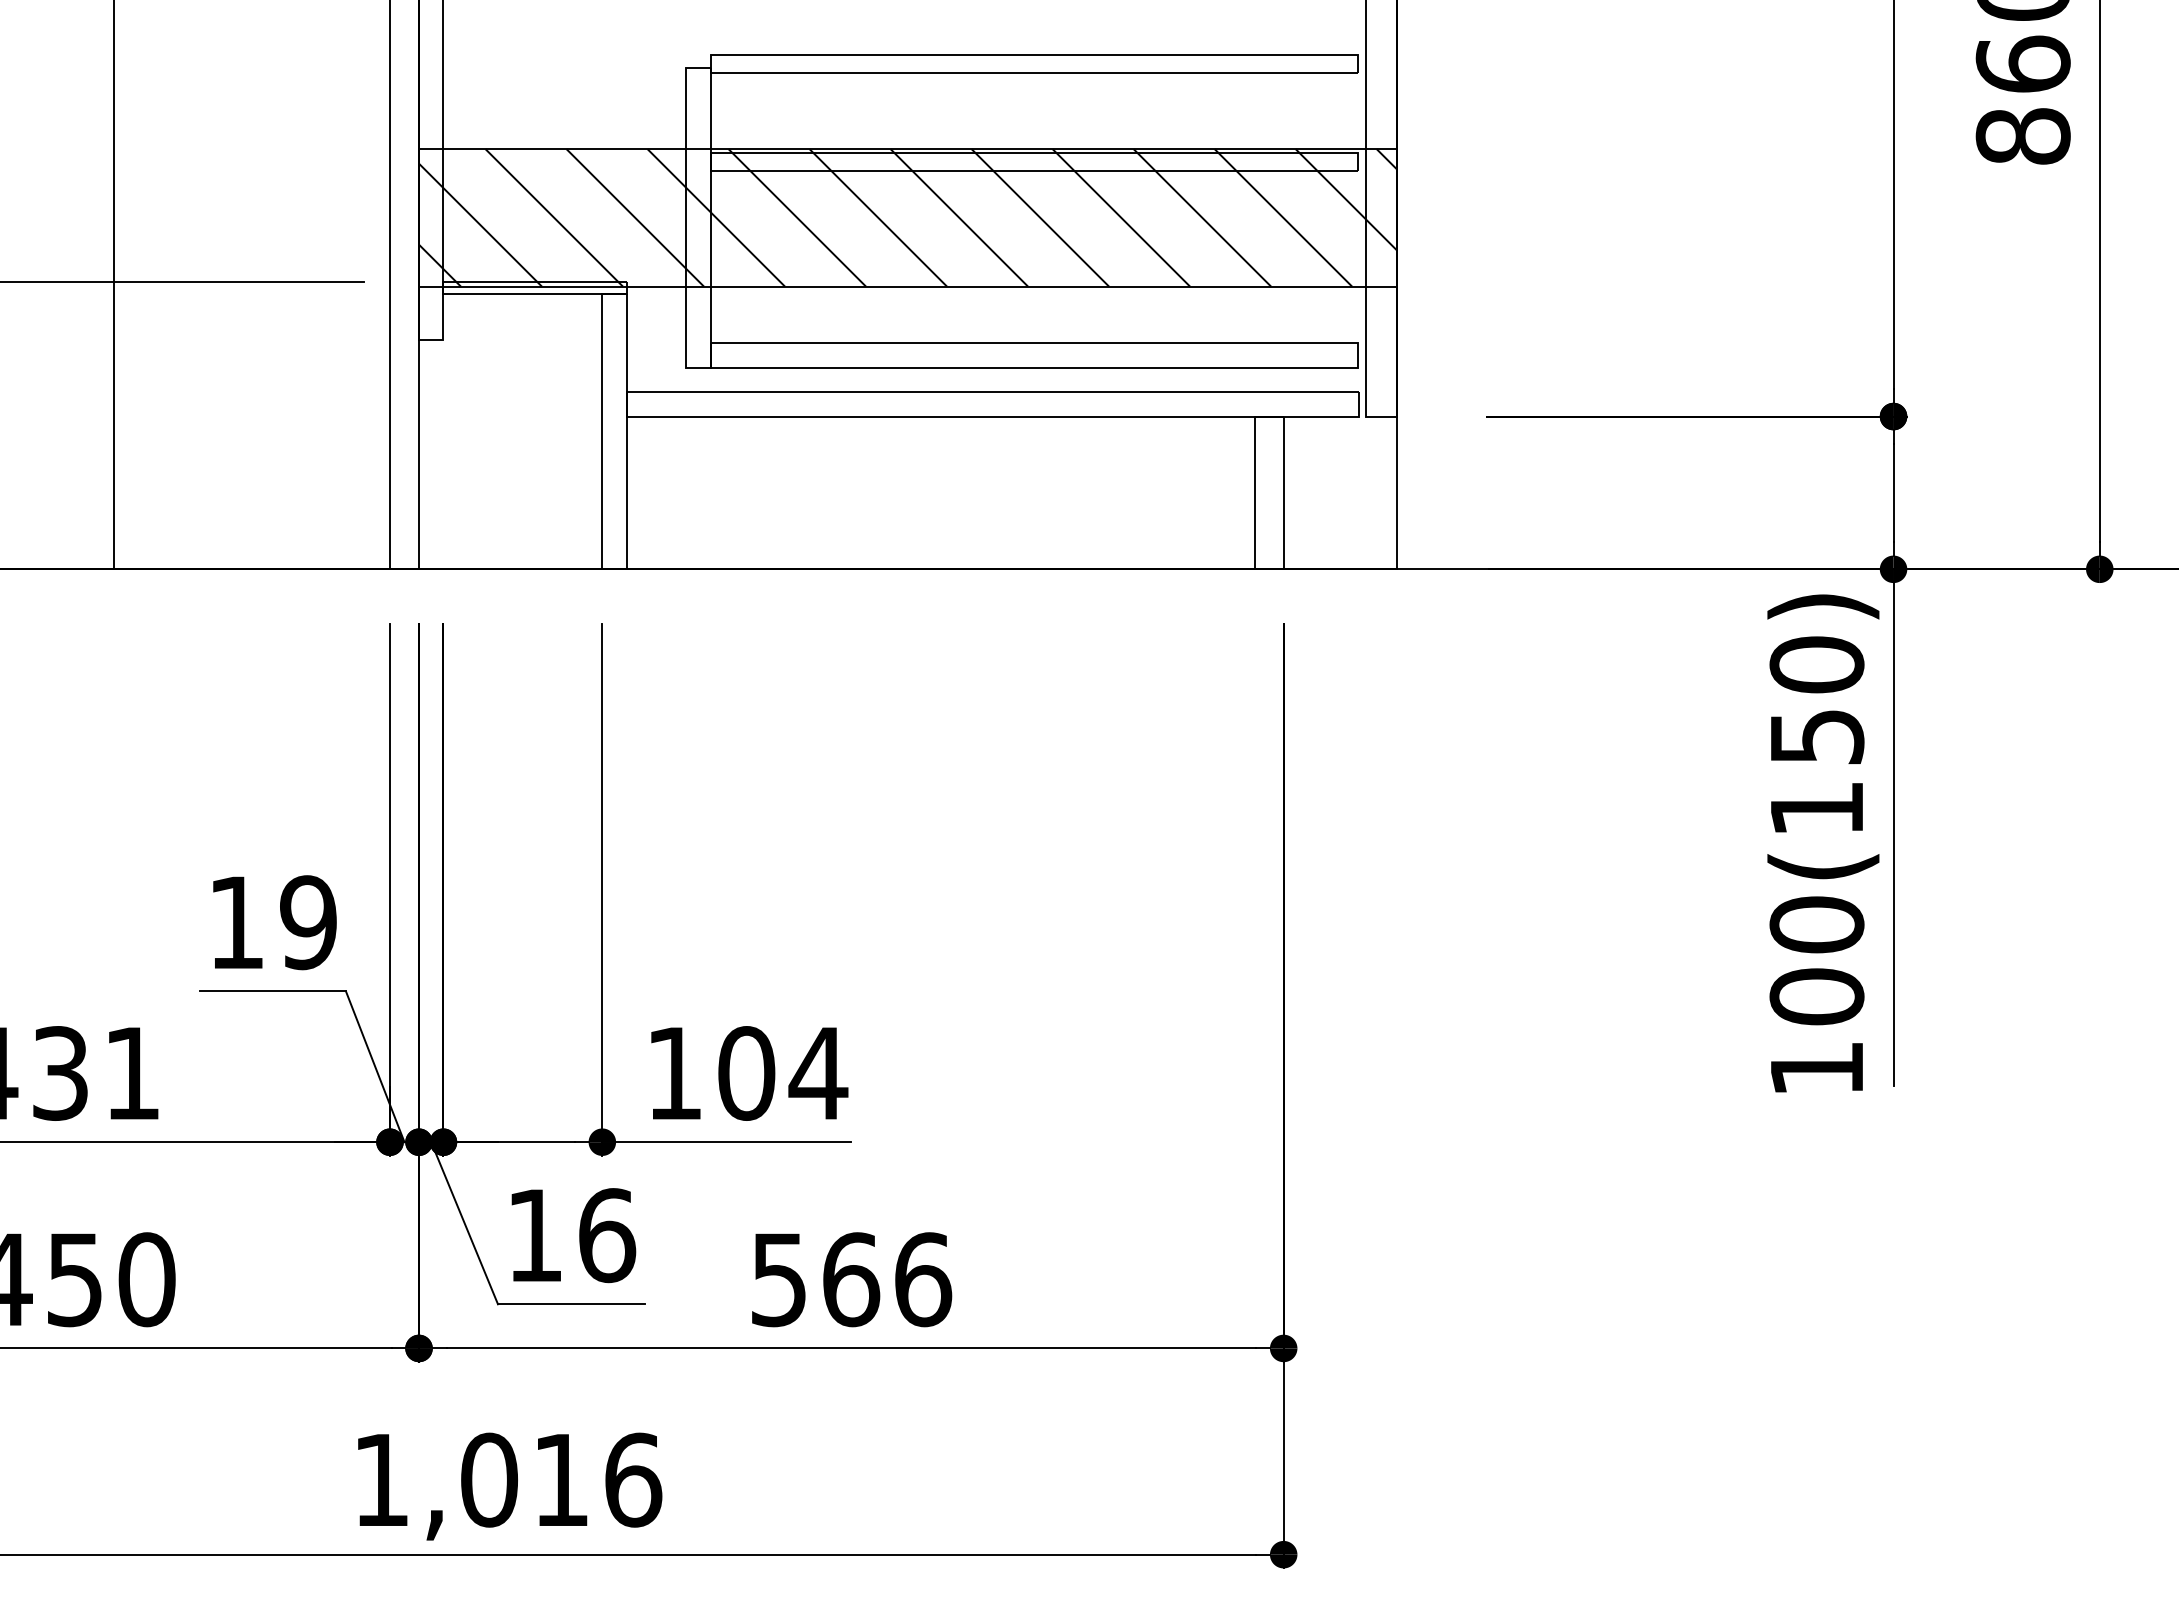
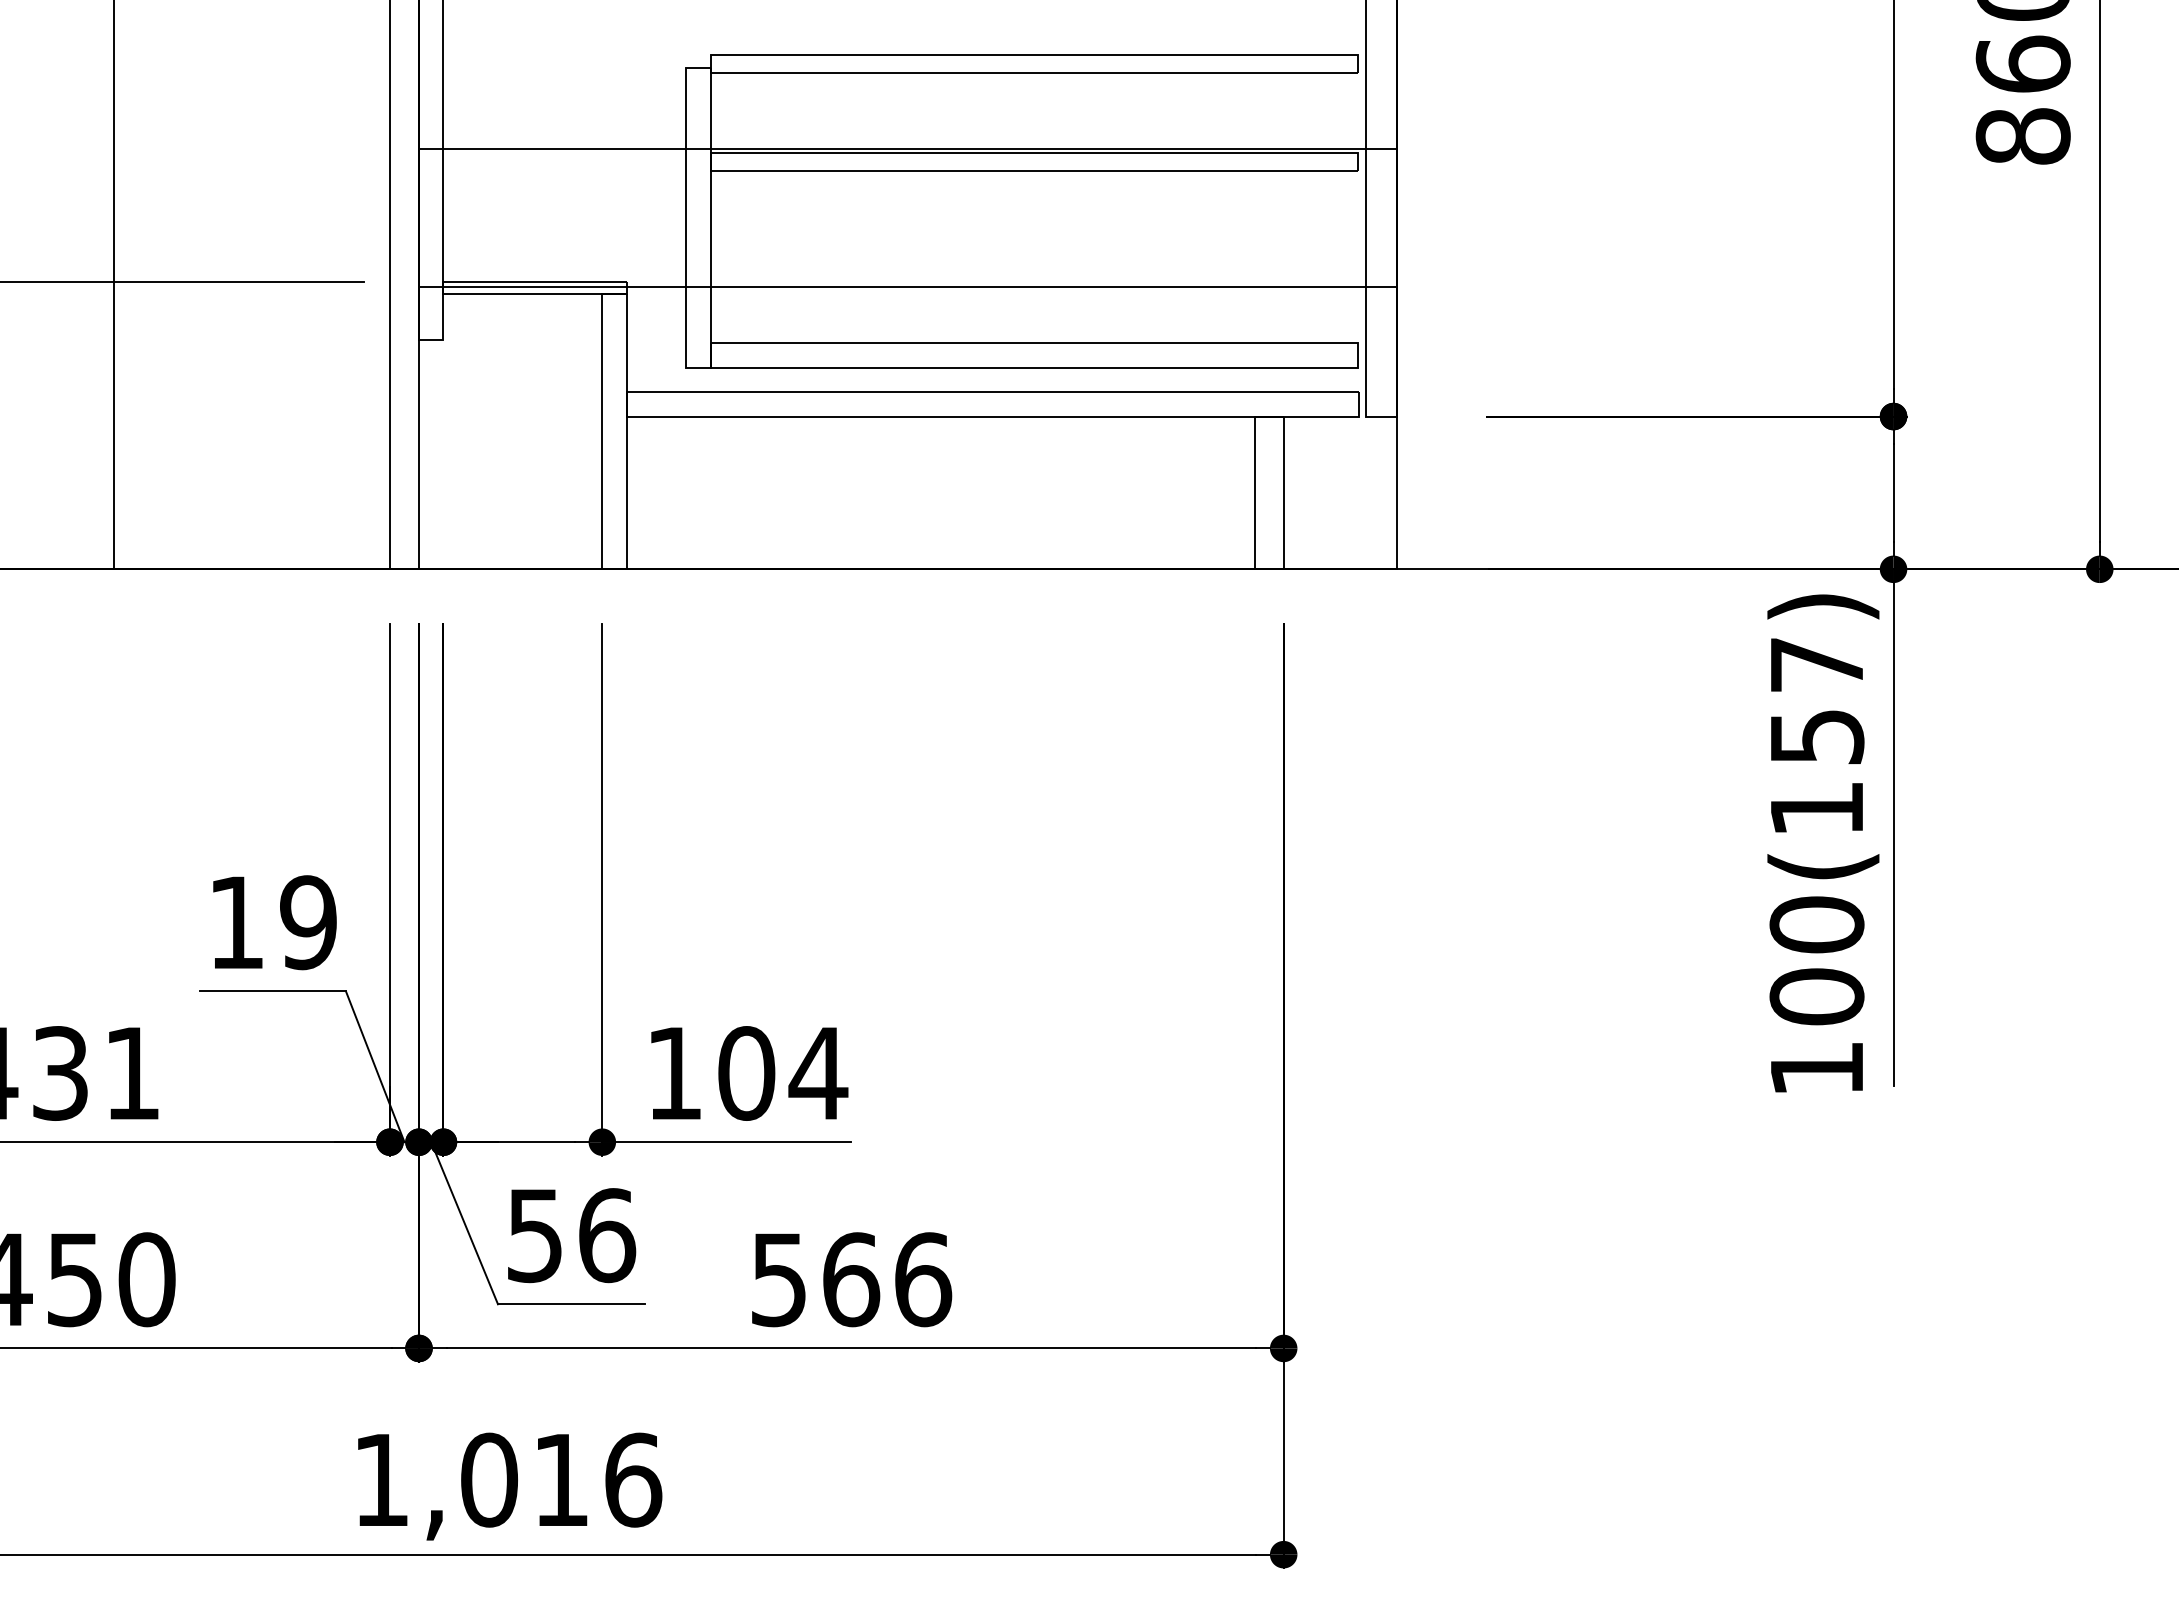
hatch at (907, 217): present -> none
text at (1816, 664): 100(150) -> 100(157)
text at (534, 1236): 16 -> 56
